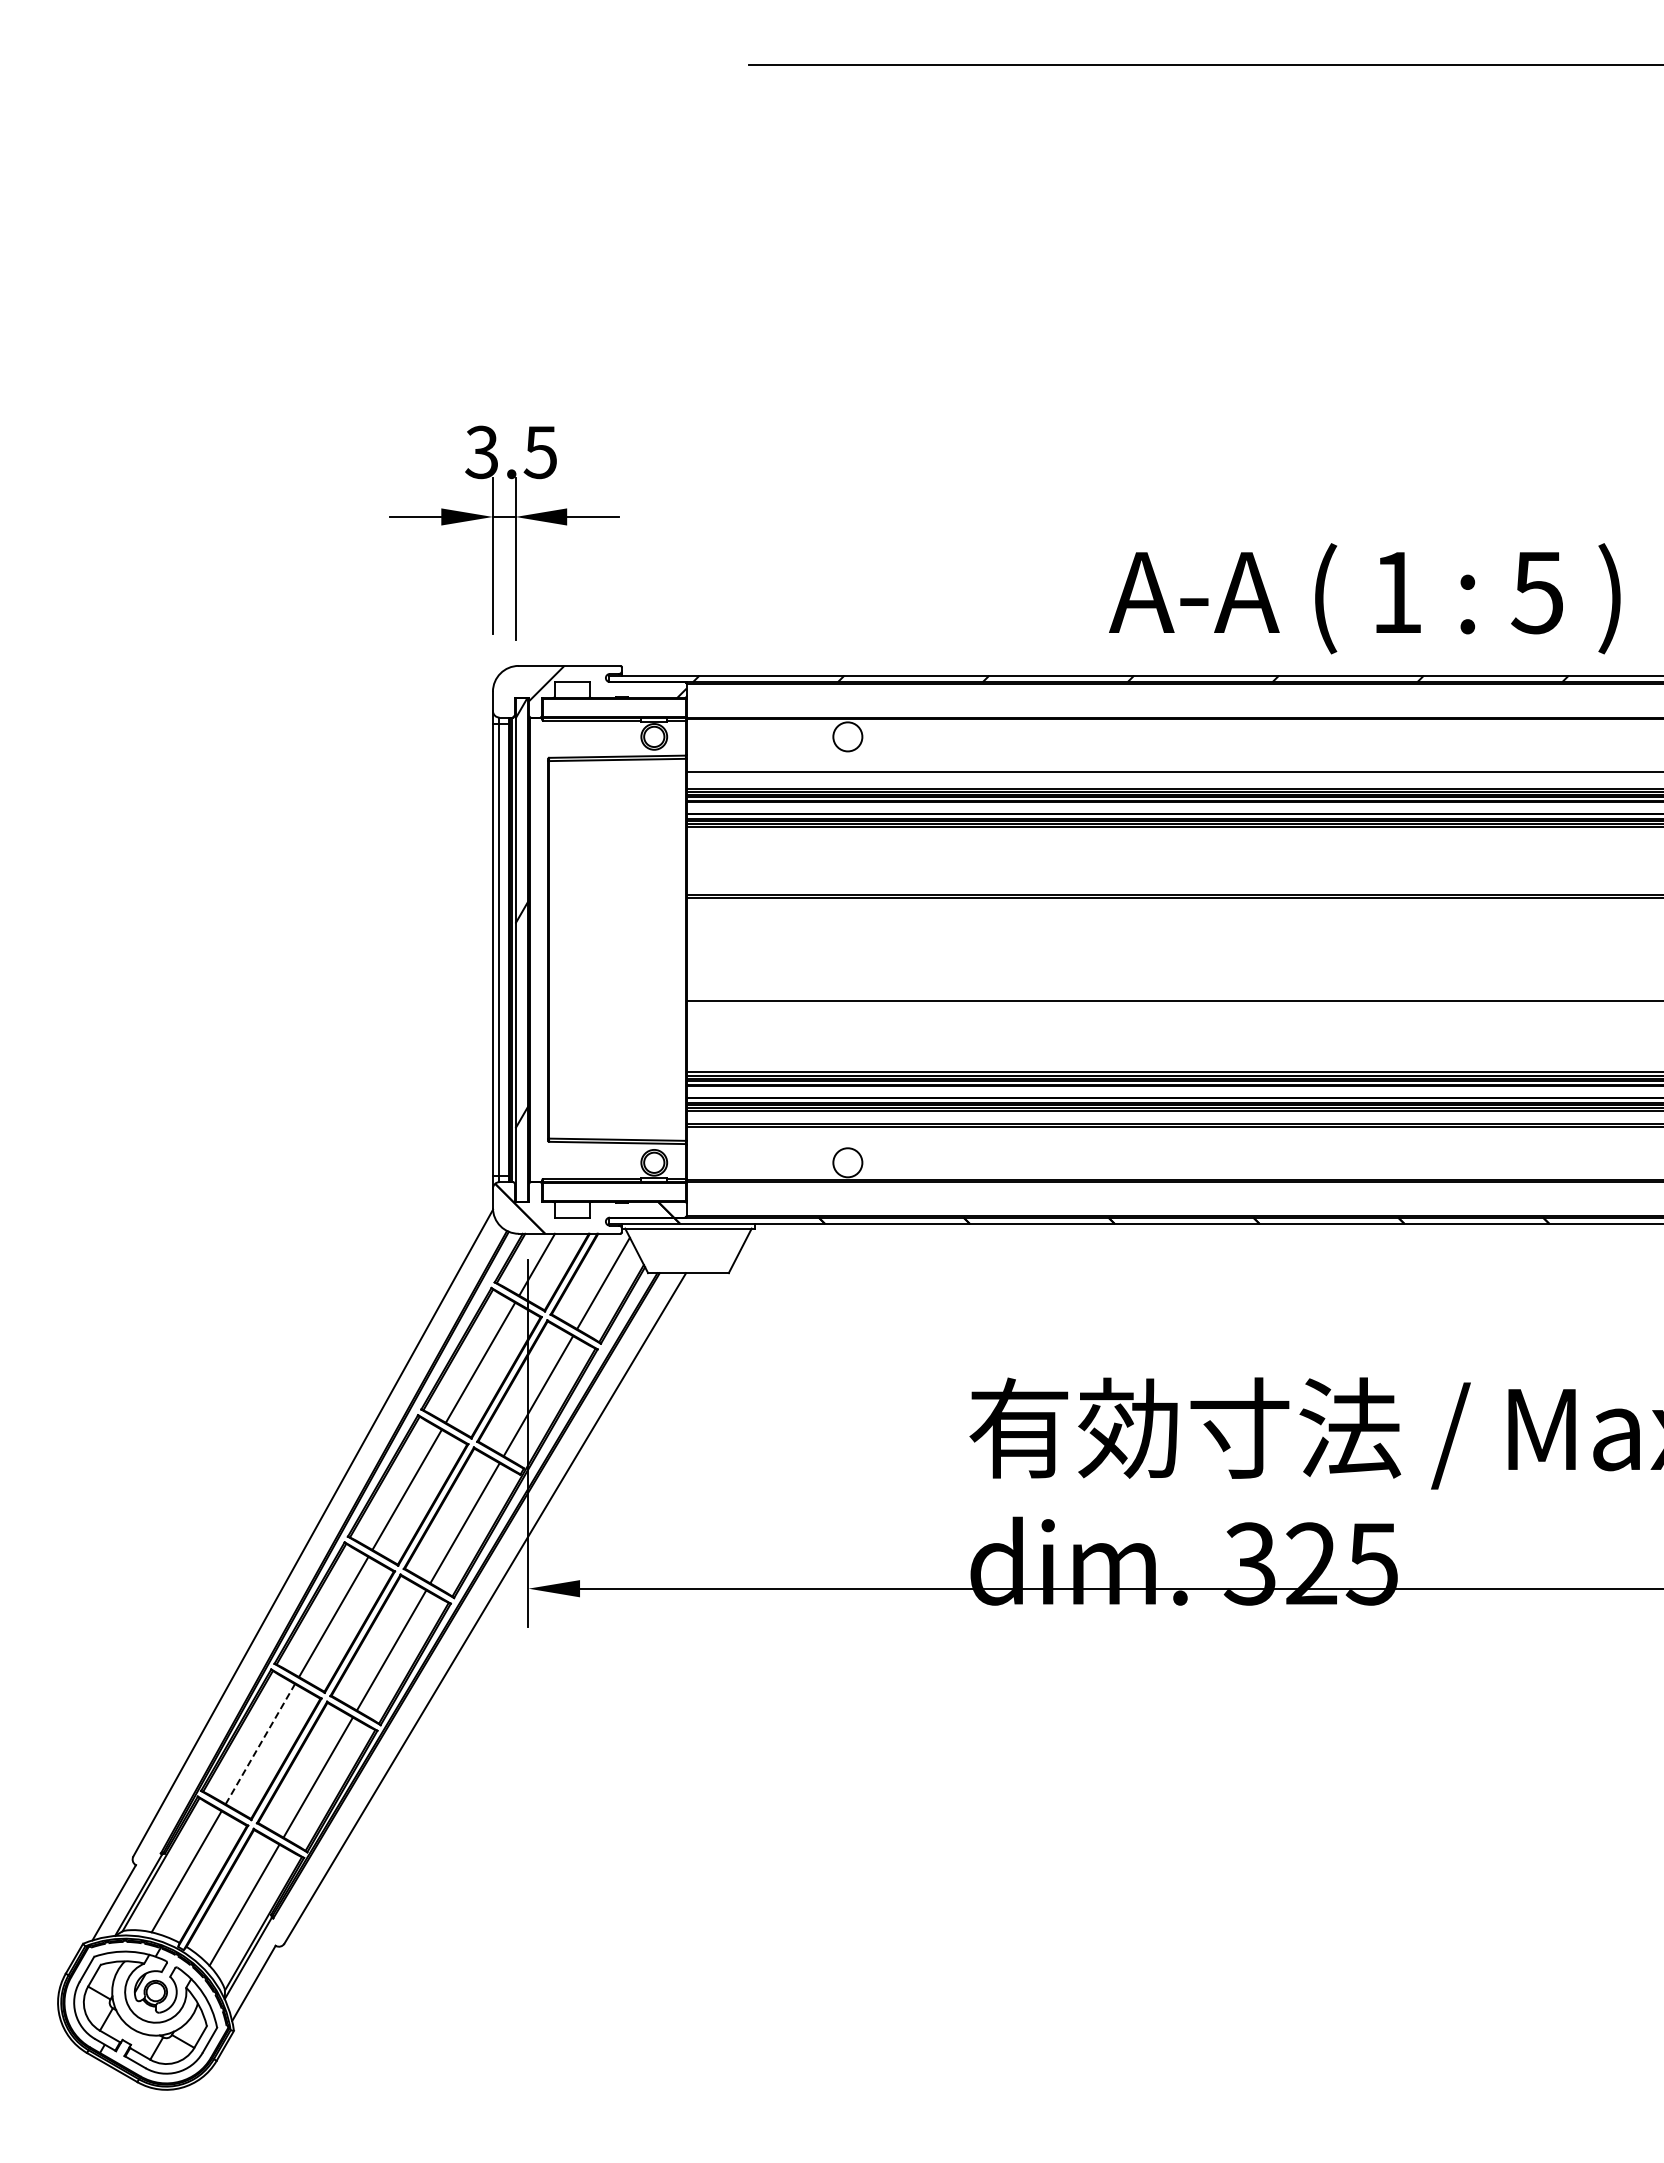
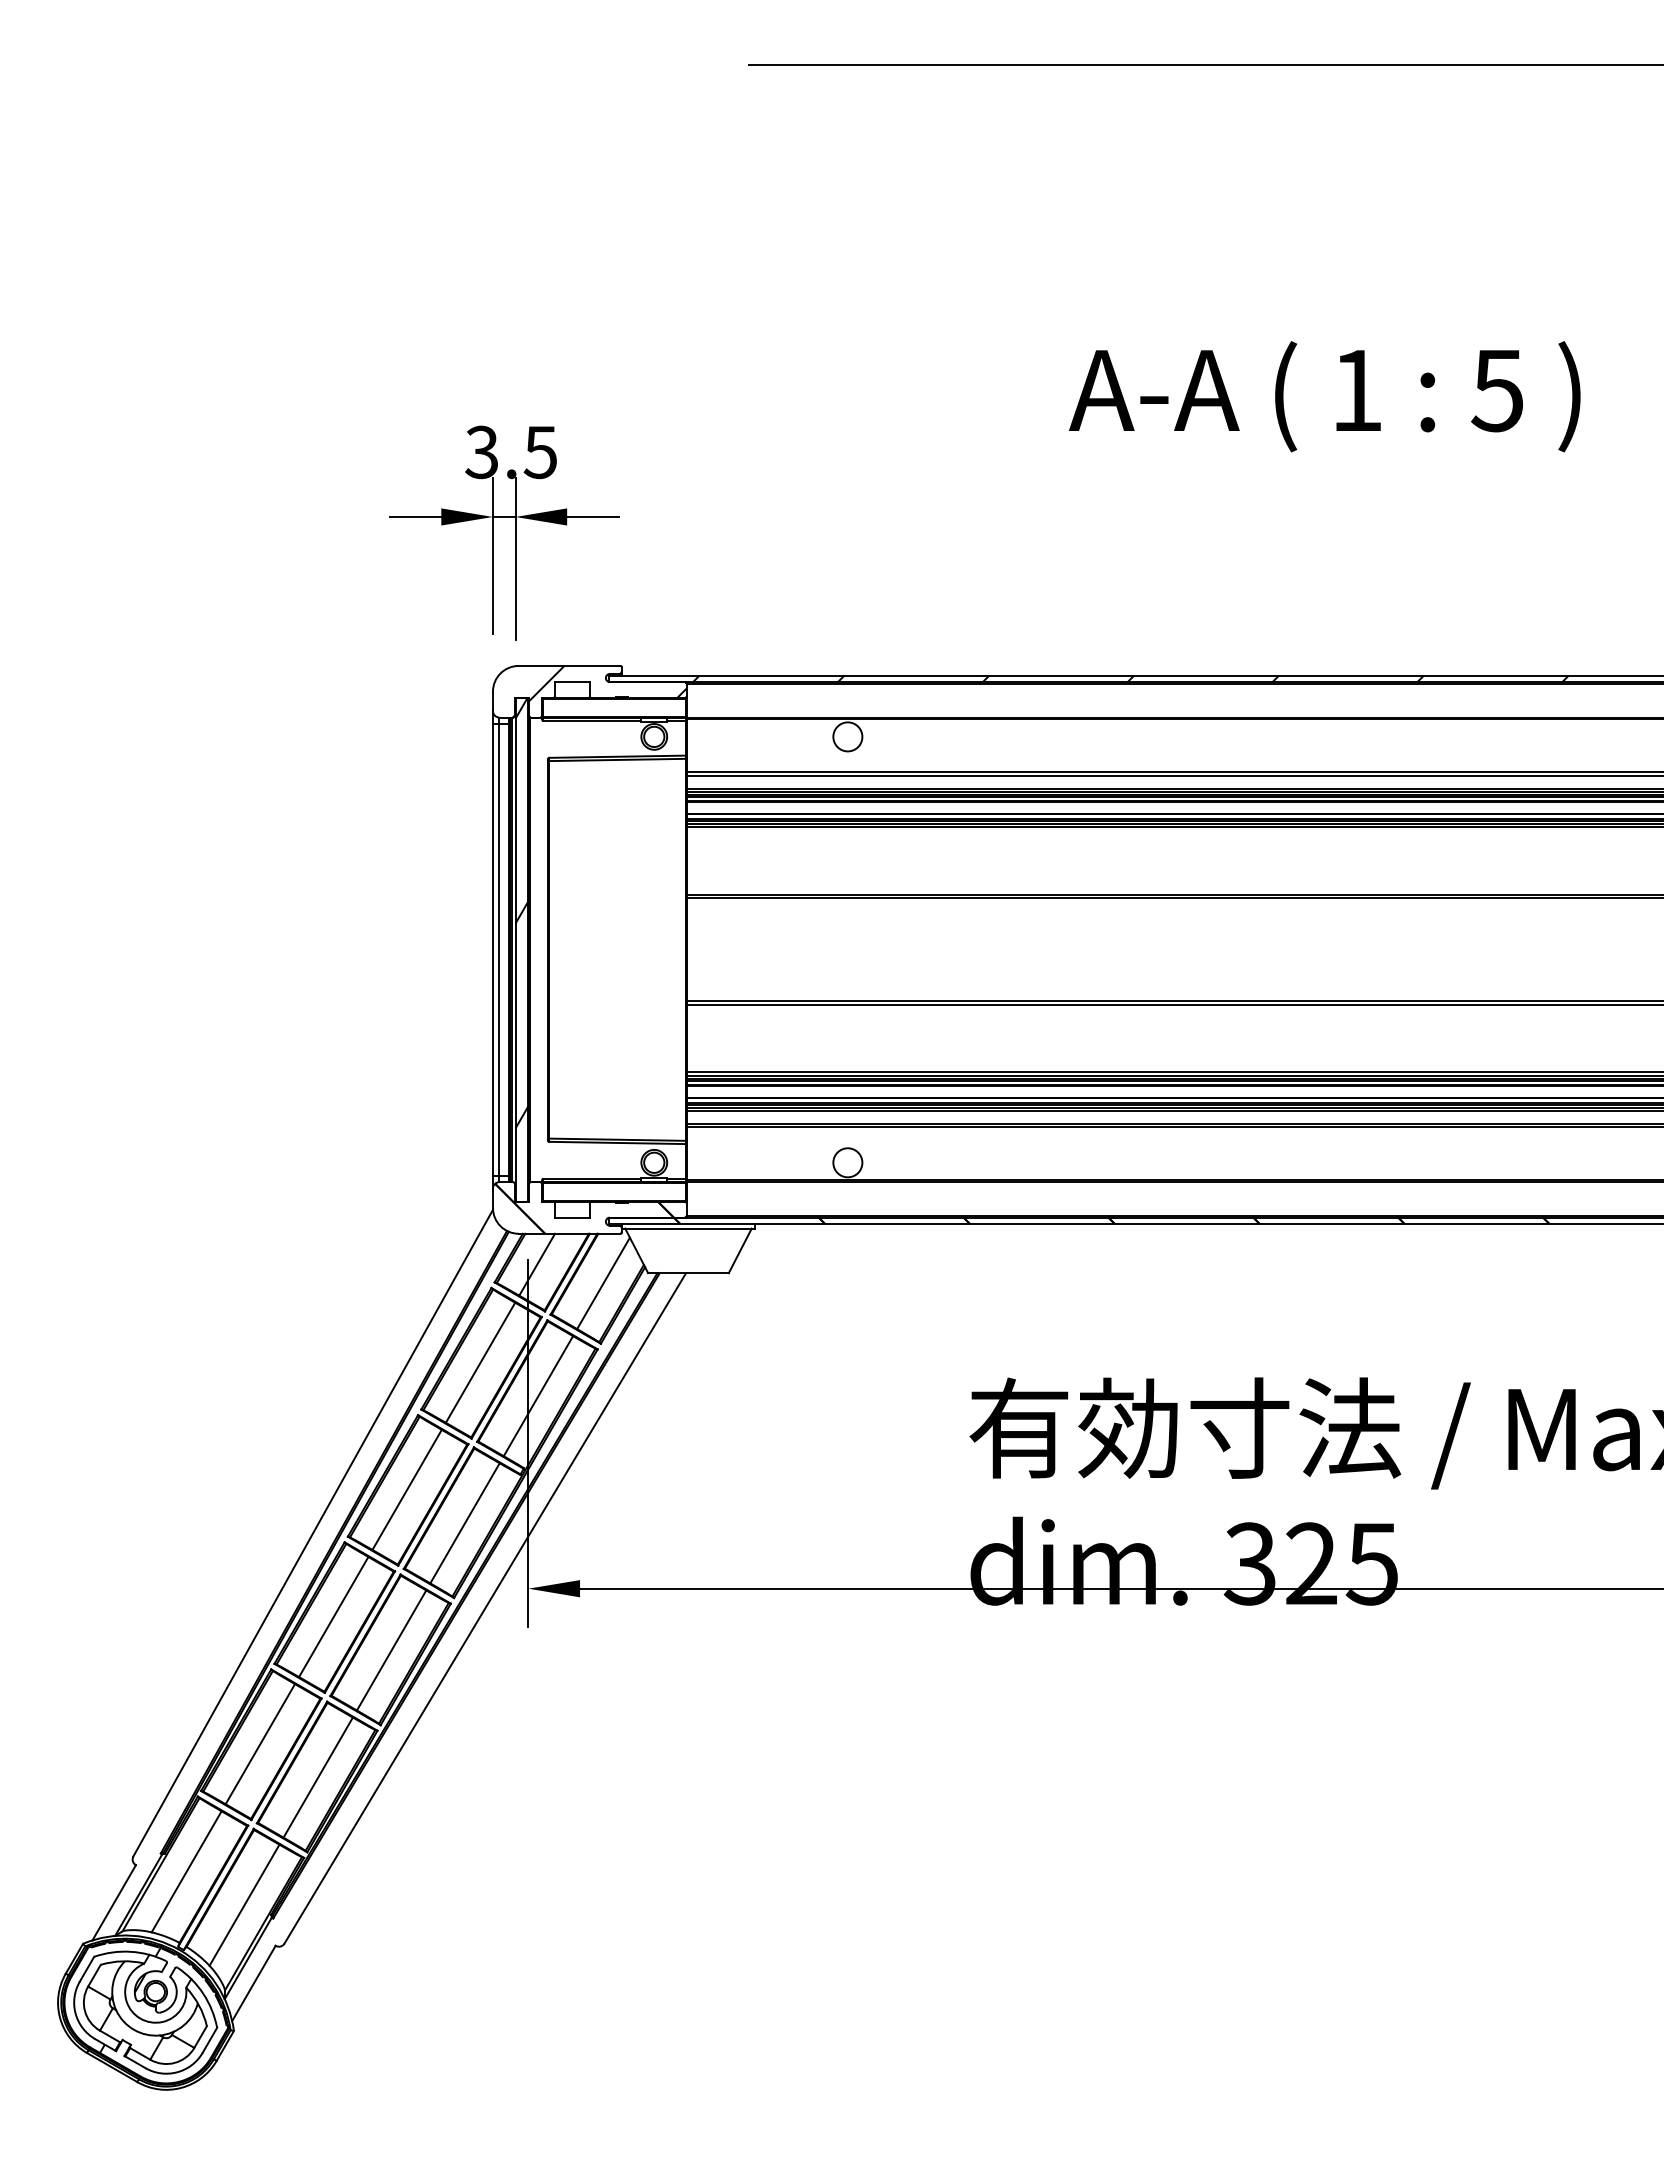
text at (1364, 598) position: (1364, 598) -> (1324, 396)
line at (1173, 775): none -> present
line at (1173, 1004): none -> present
line at (260, 1743): dashed -> solid
